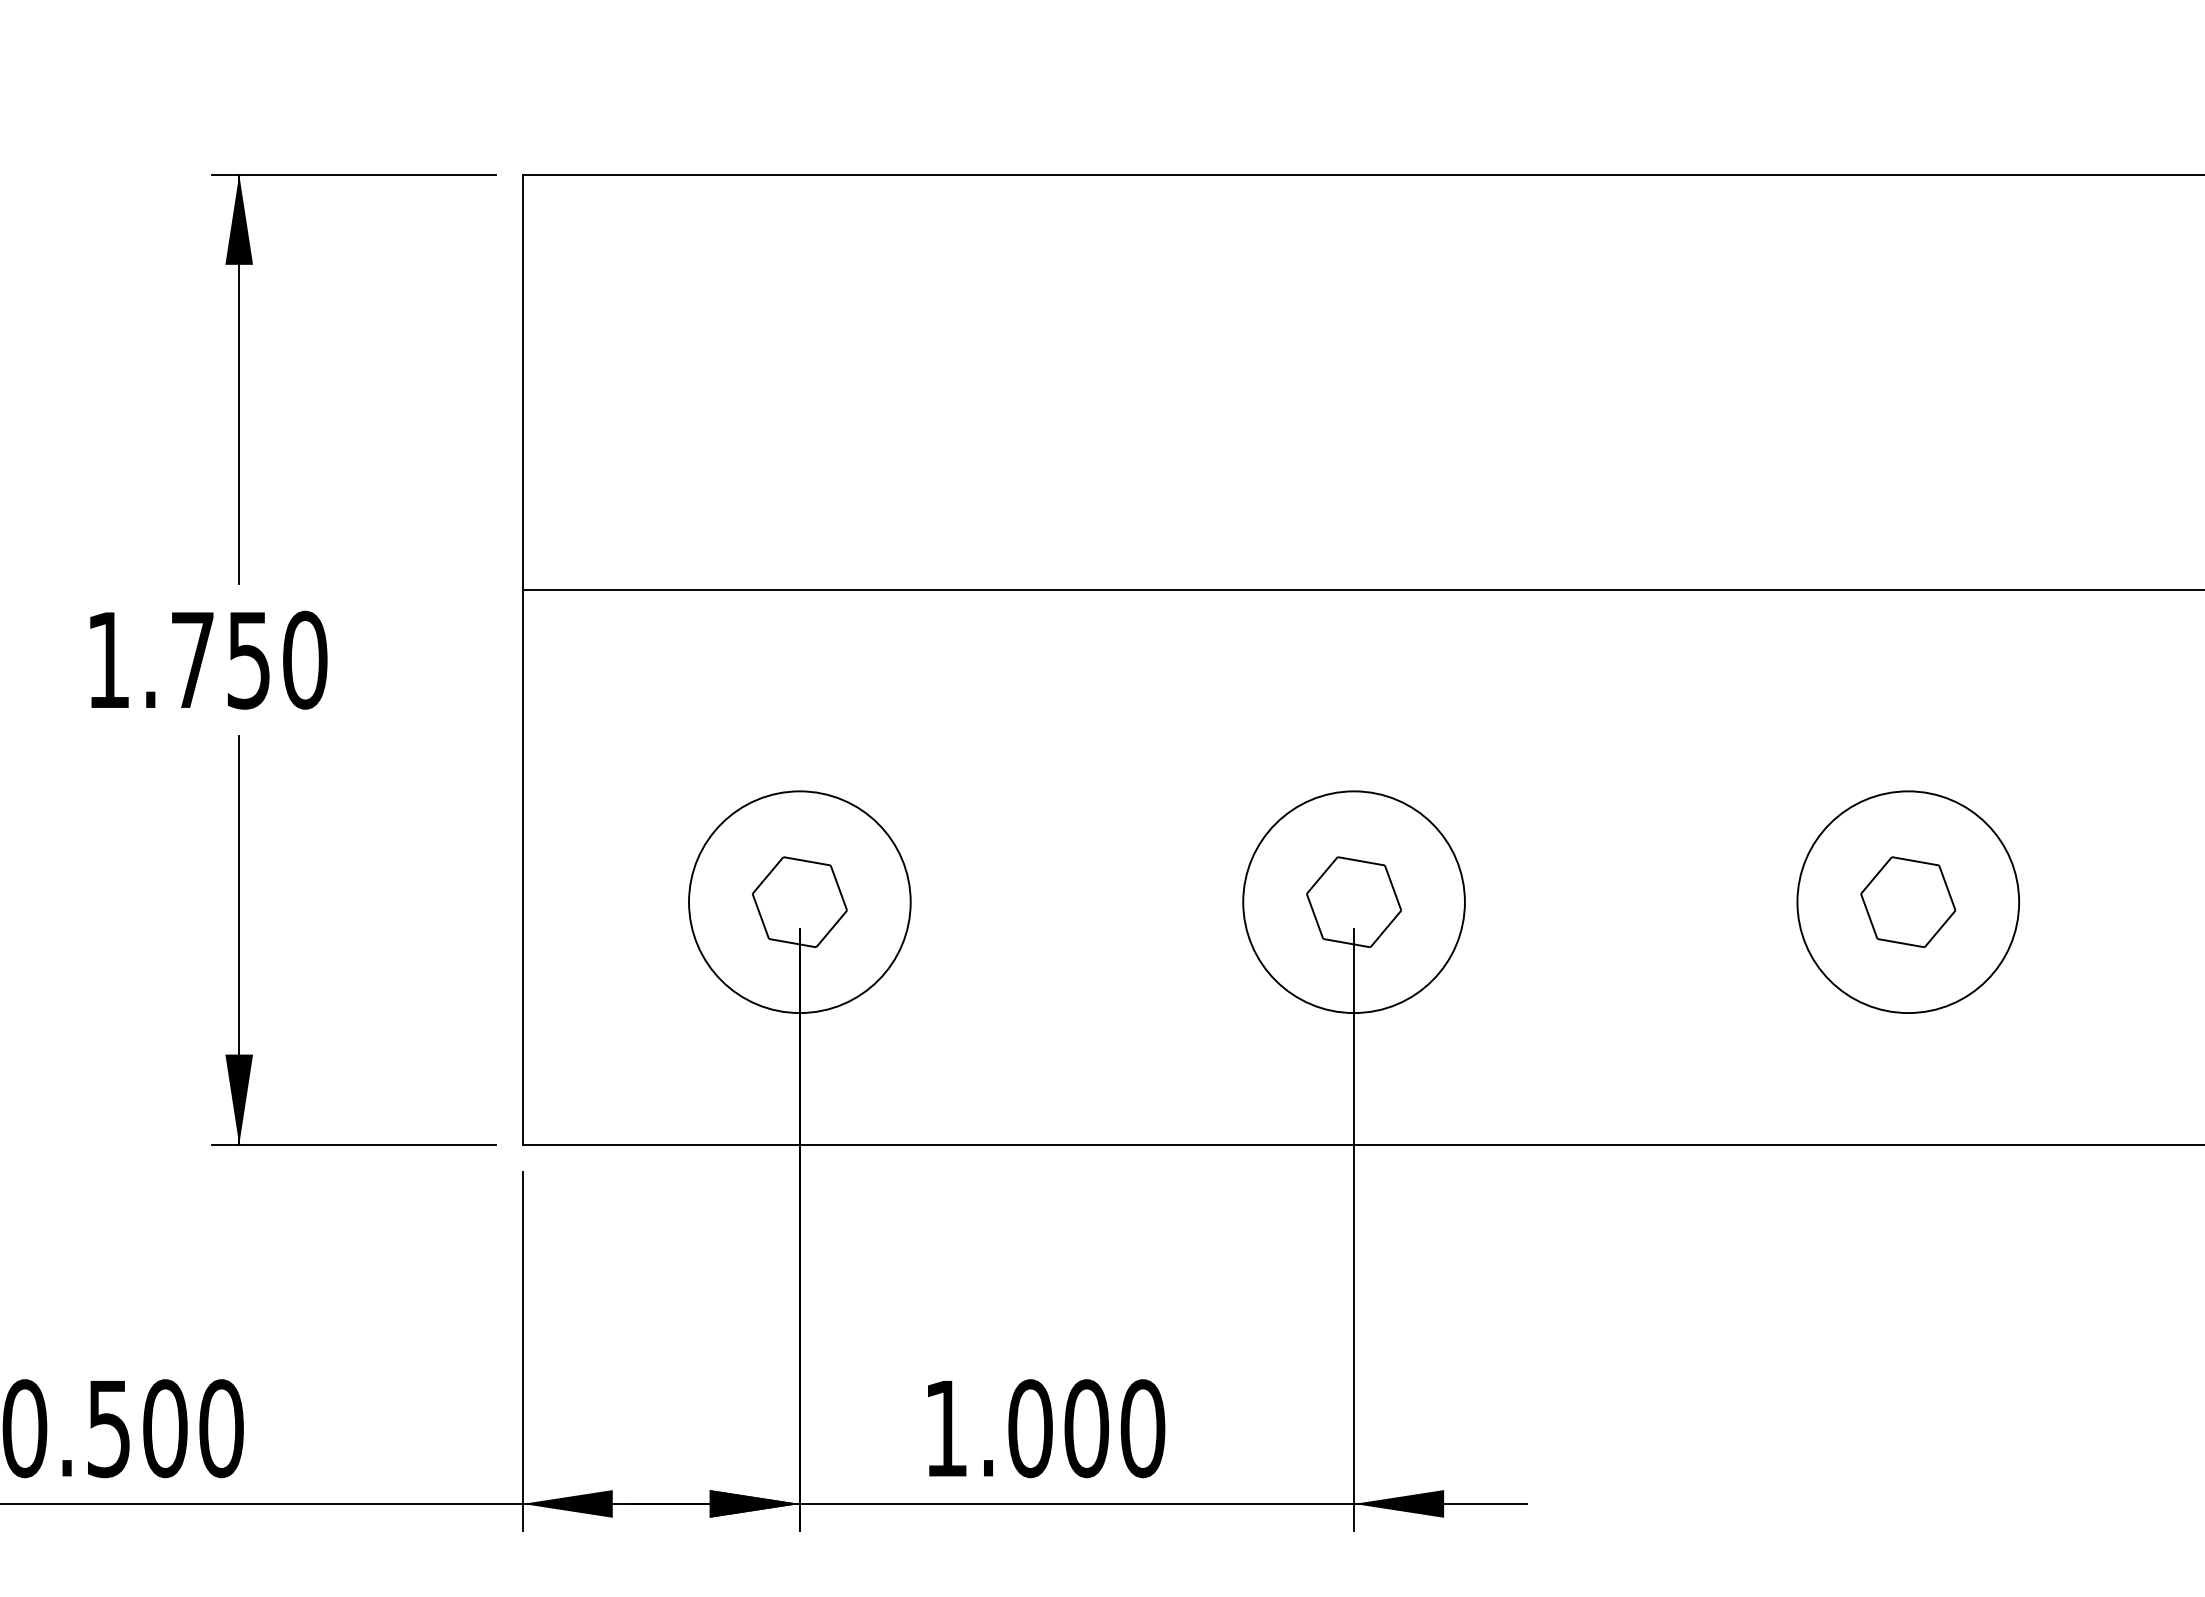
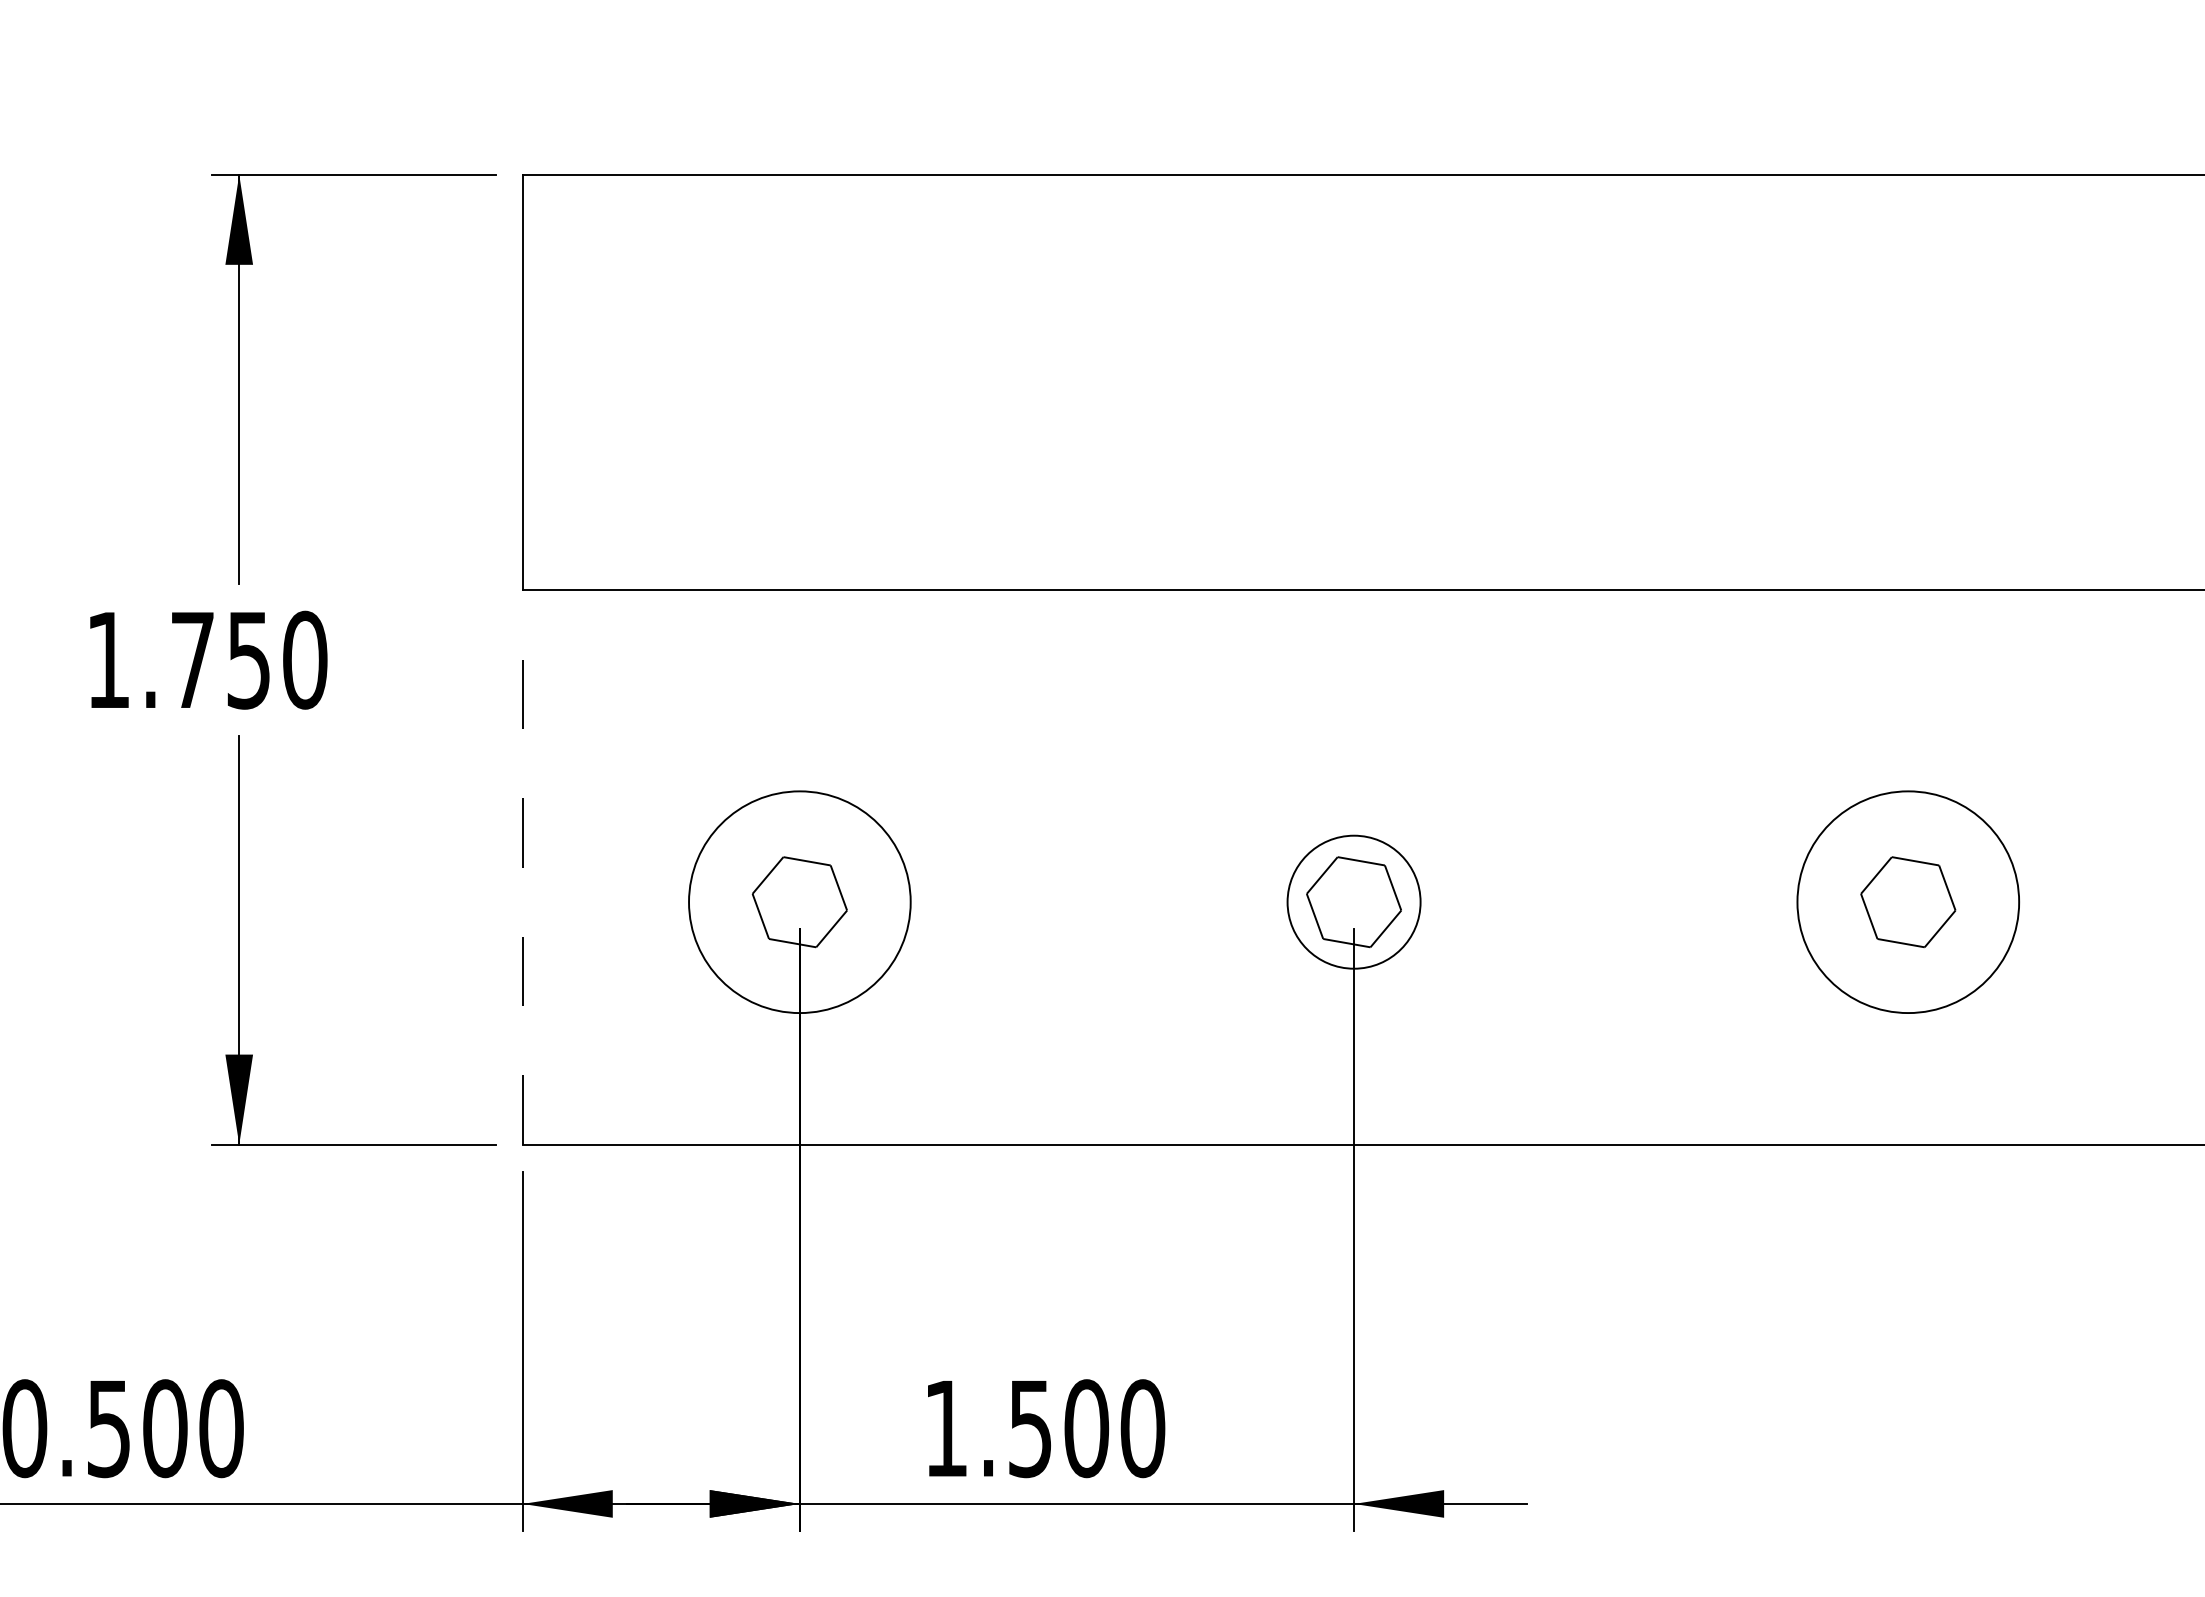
line at (522, 867): solid -> dashed
circle at (1353, 902) diameter: 222 px -> 133 px
text at (1030, 1428): 1.000 -> 1.500
